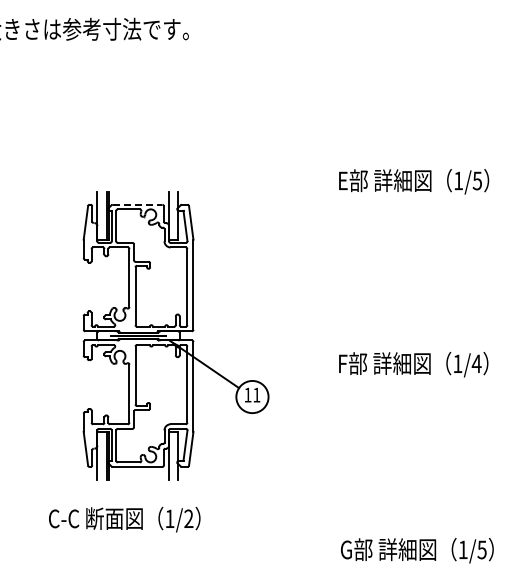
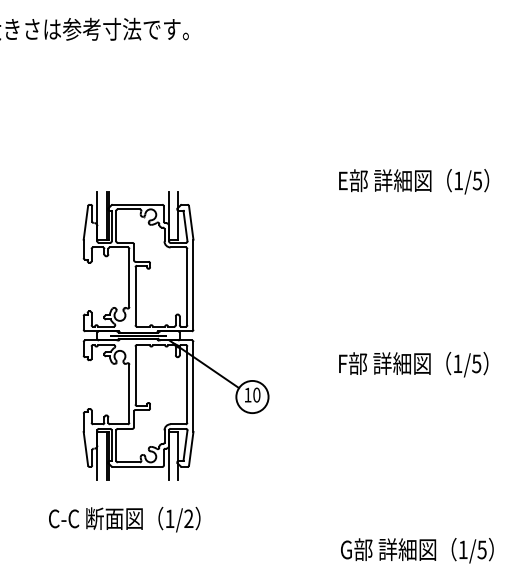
line at (137, 204): dashed -> solid
text at (476, 363): 1/4 -> 1/5
text at (256, 394): 11 -> 10
